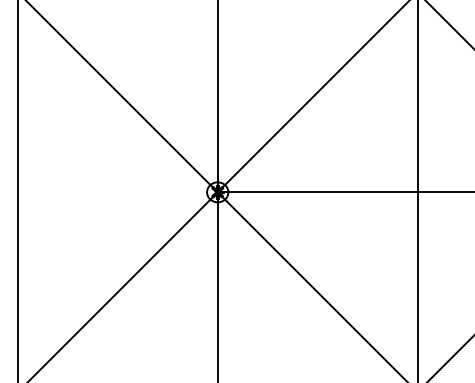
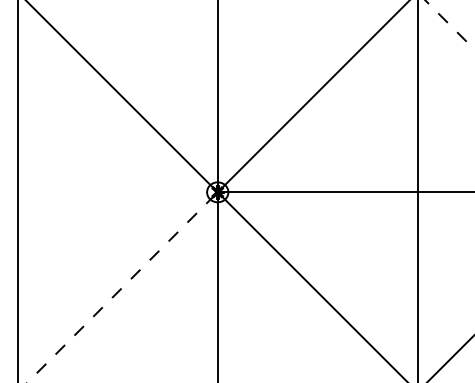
line at (449, 25): solid -> dashed
line at (122, 287): solid -> dashed
